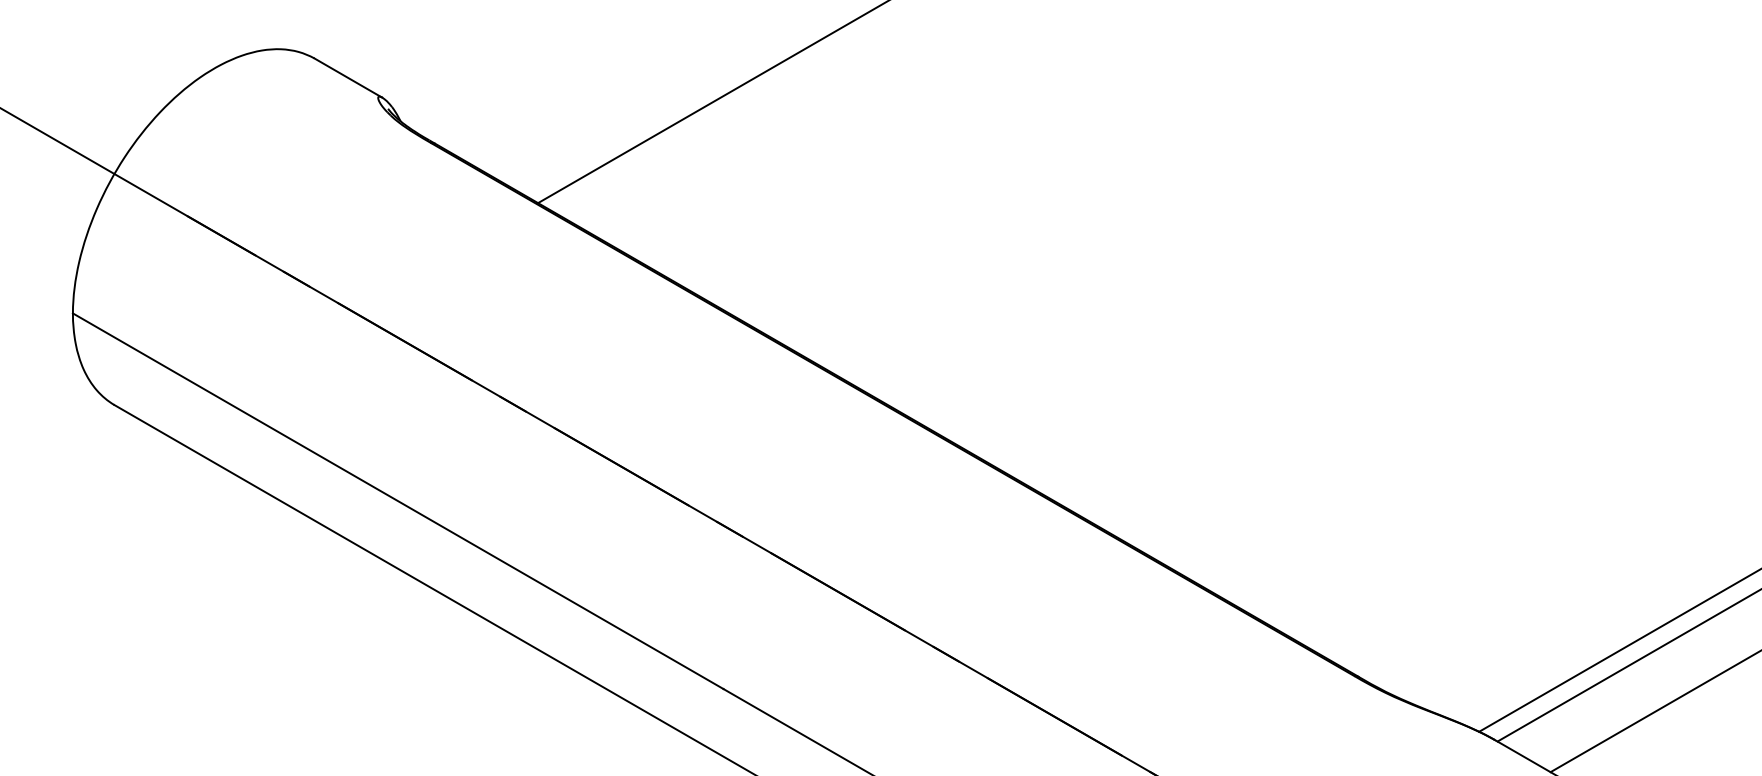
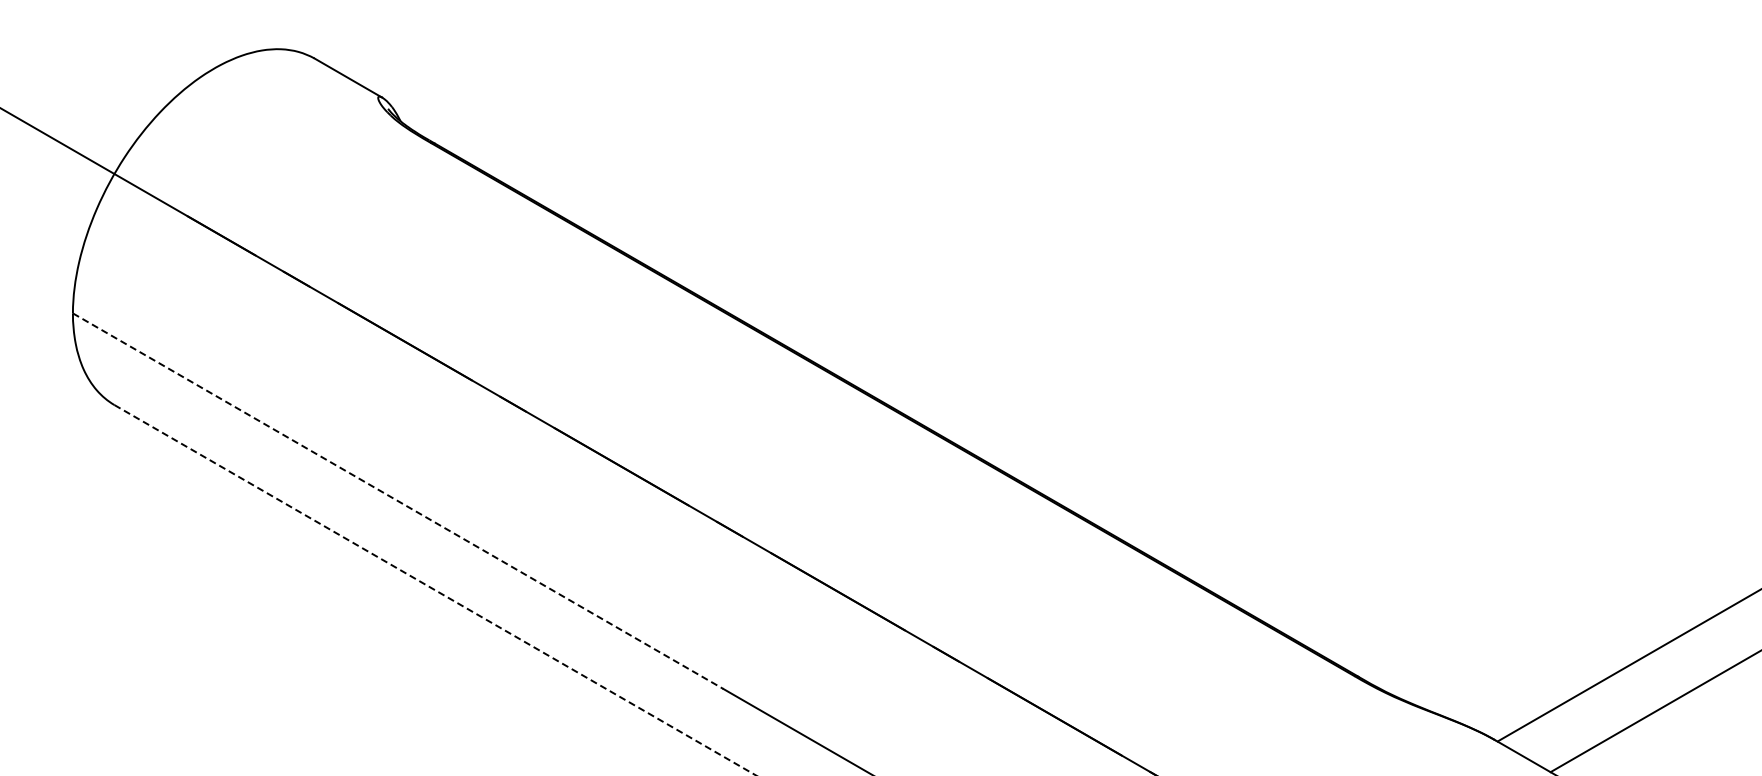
line at (712, 102): present -> none
line at (398, 501): solid -> dashed
line at (435, 590): solid -> dashed
line at (1618, 650): present -> none
